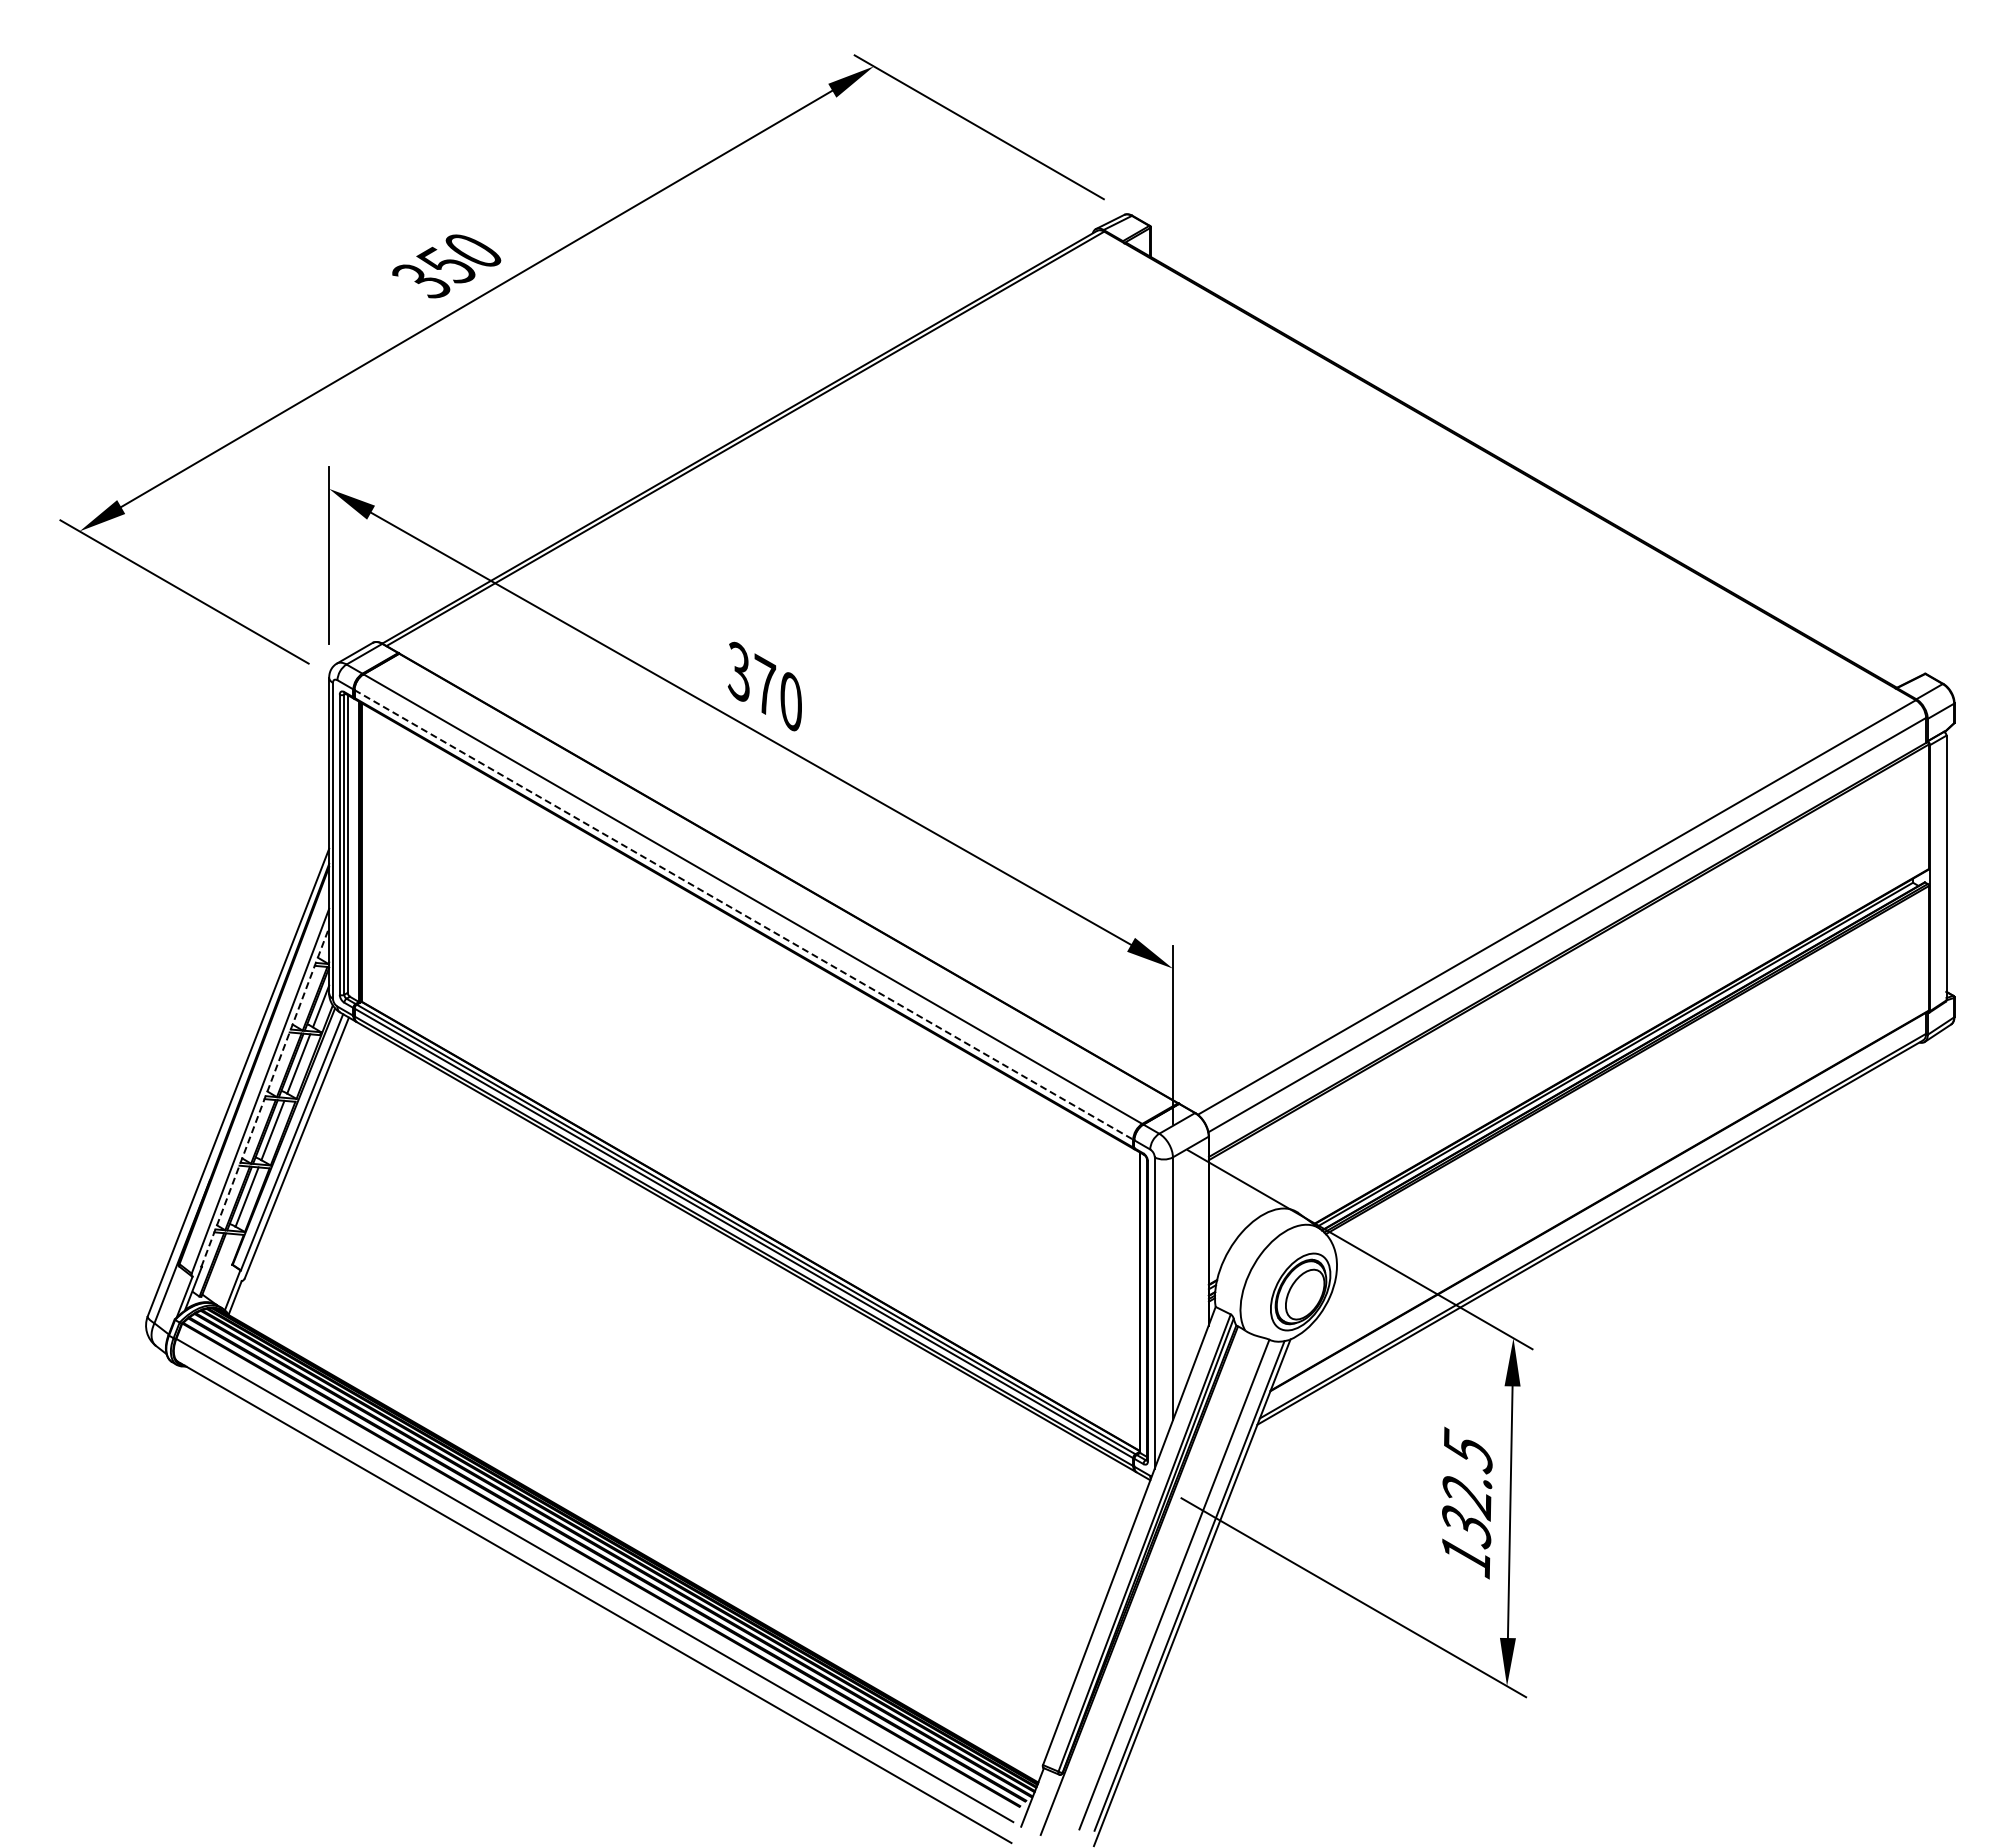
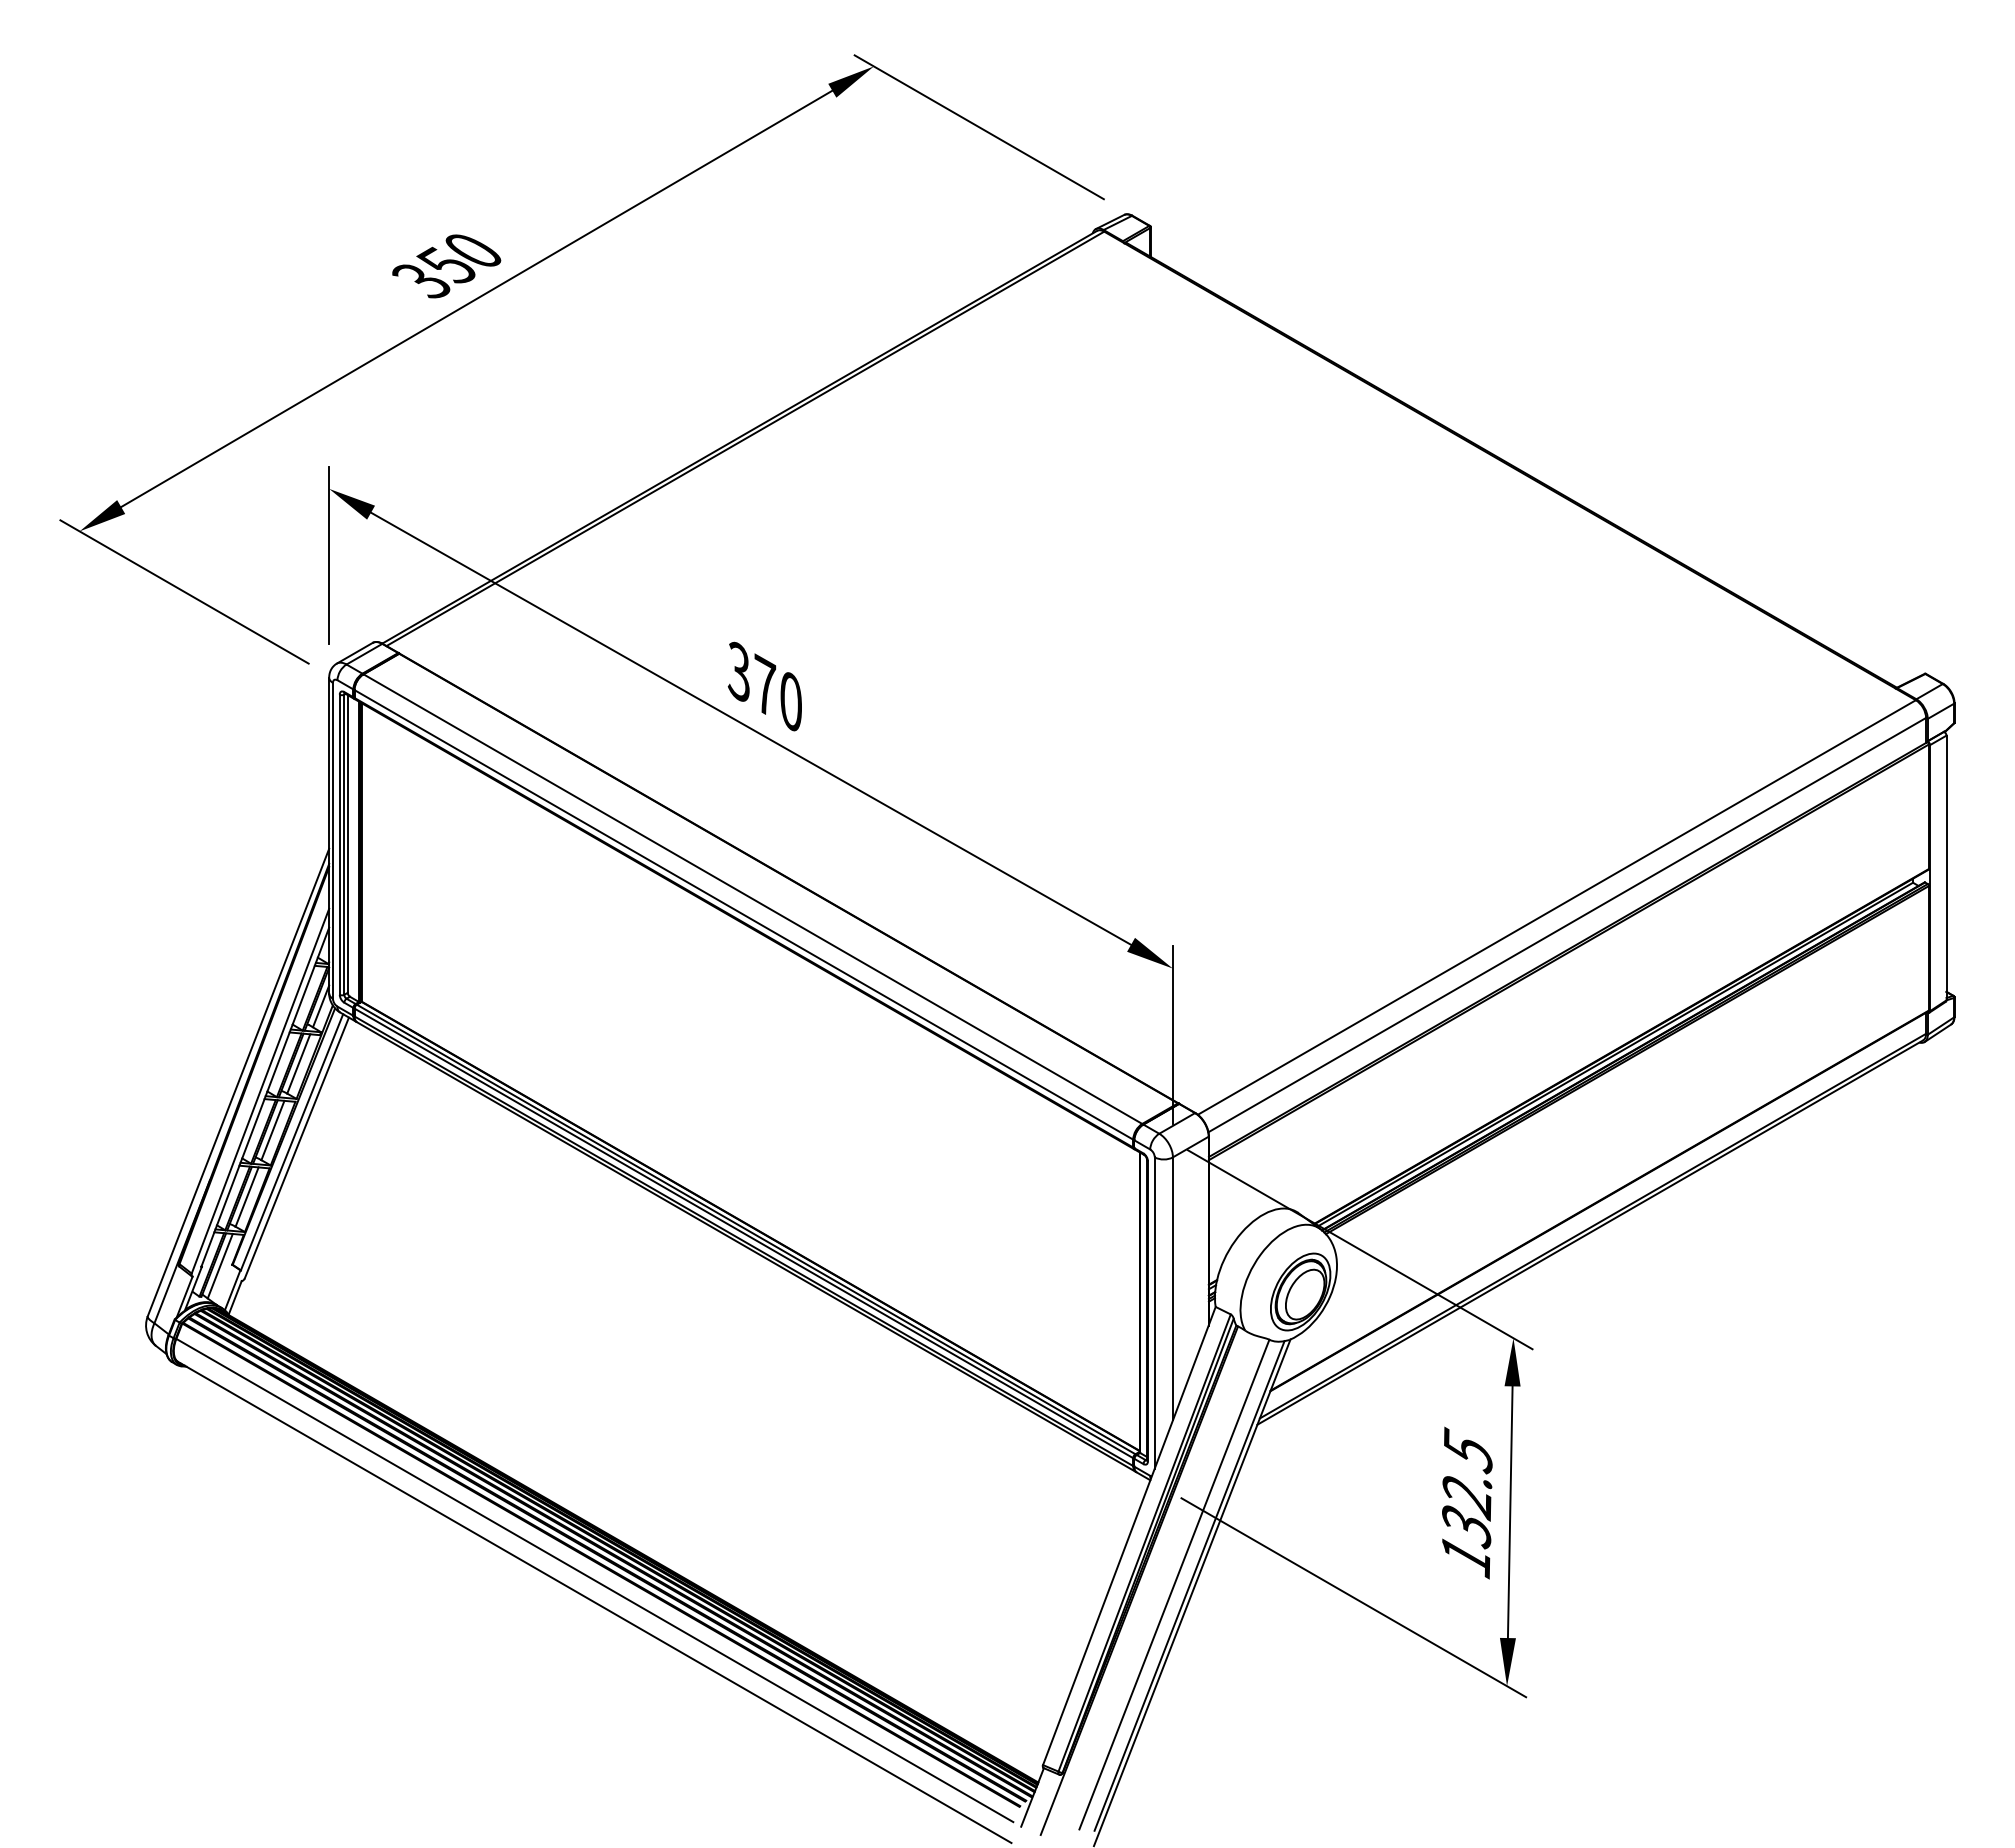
line at (743, 914): dashed -> solid
line at (265, 1096): dashed -> solid
line at (219, 1265): none -> present
